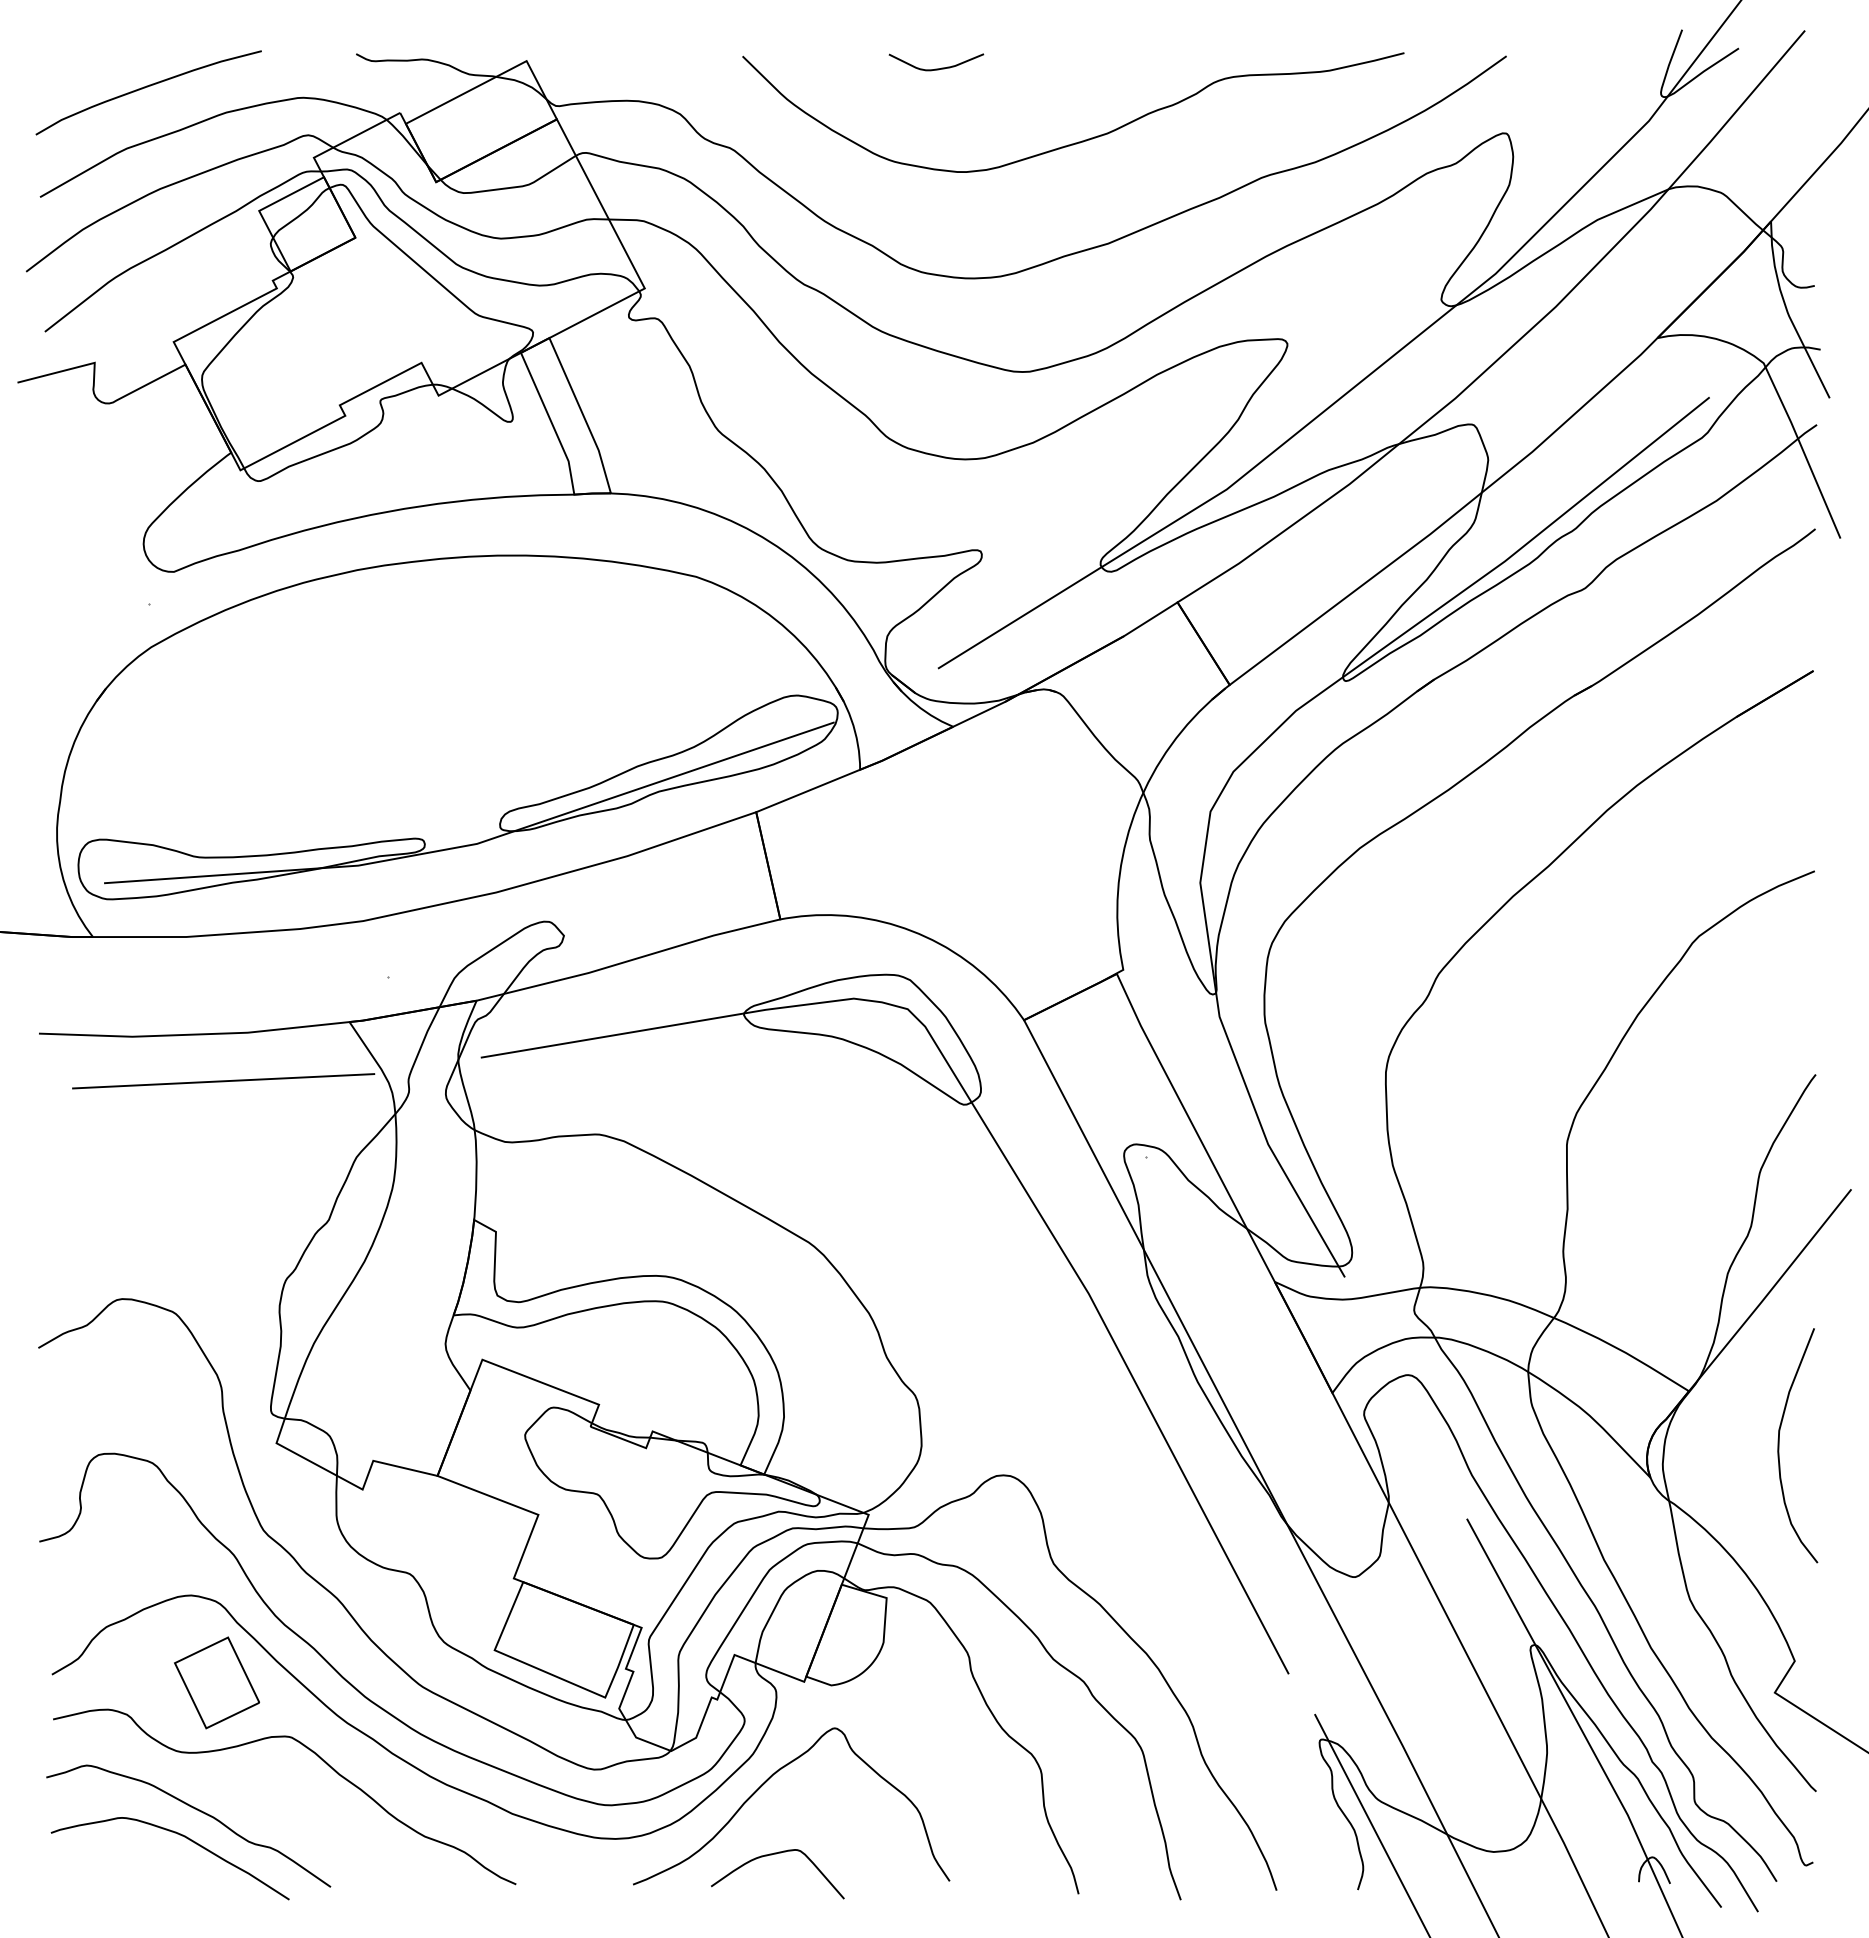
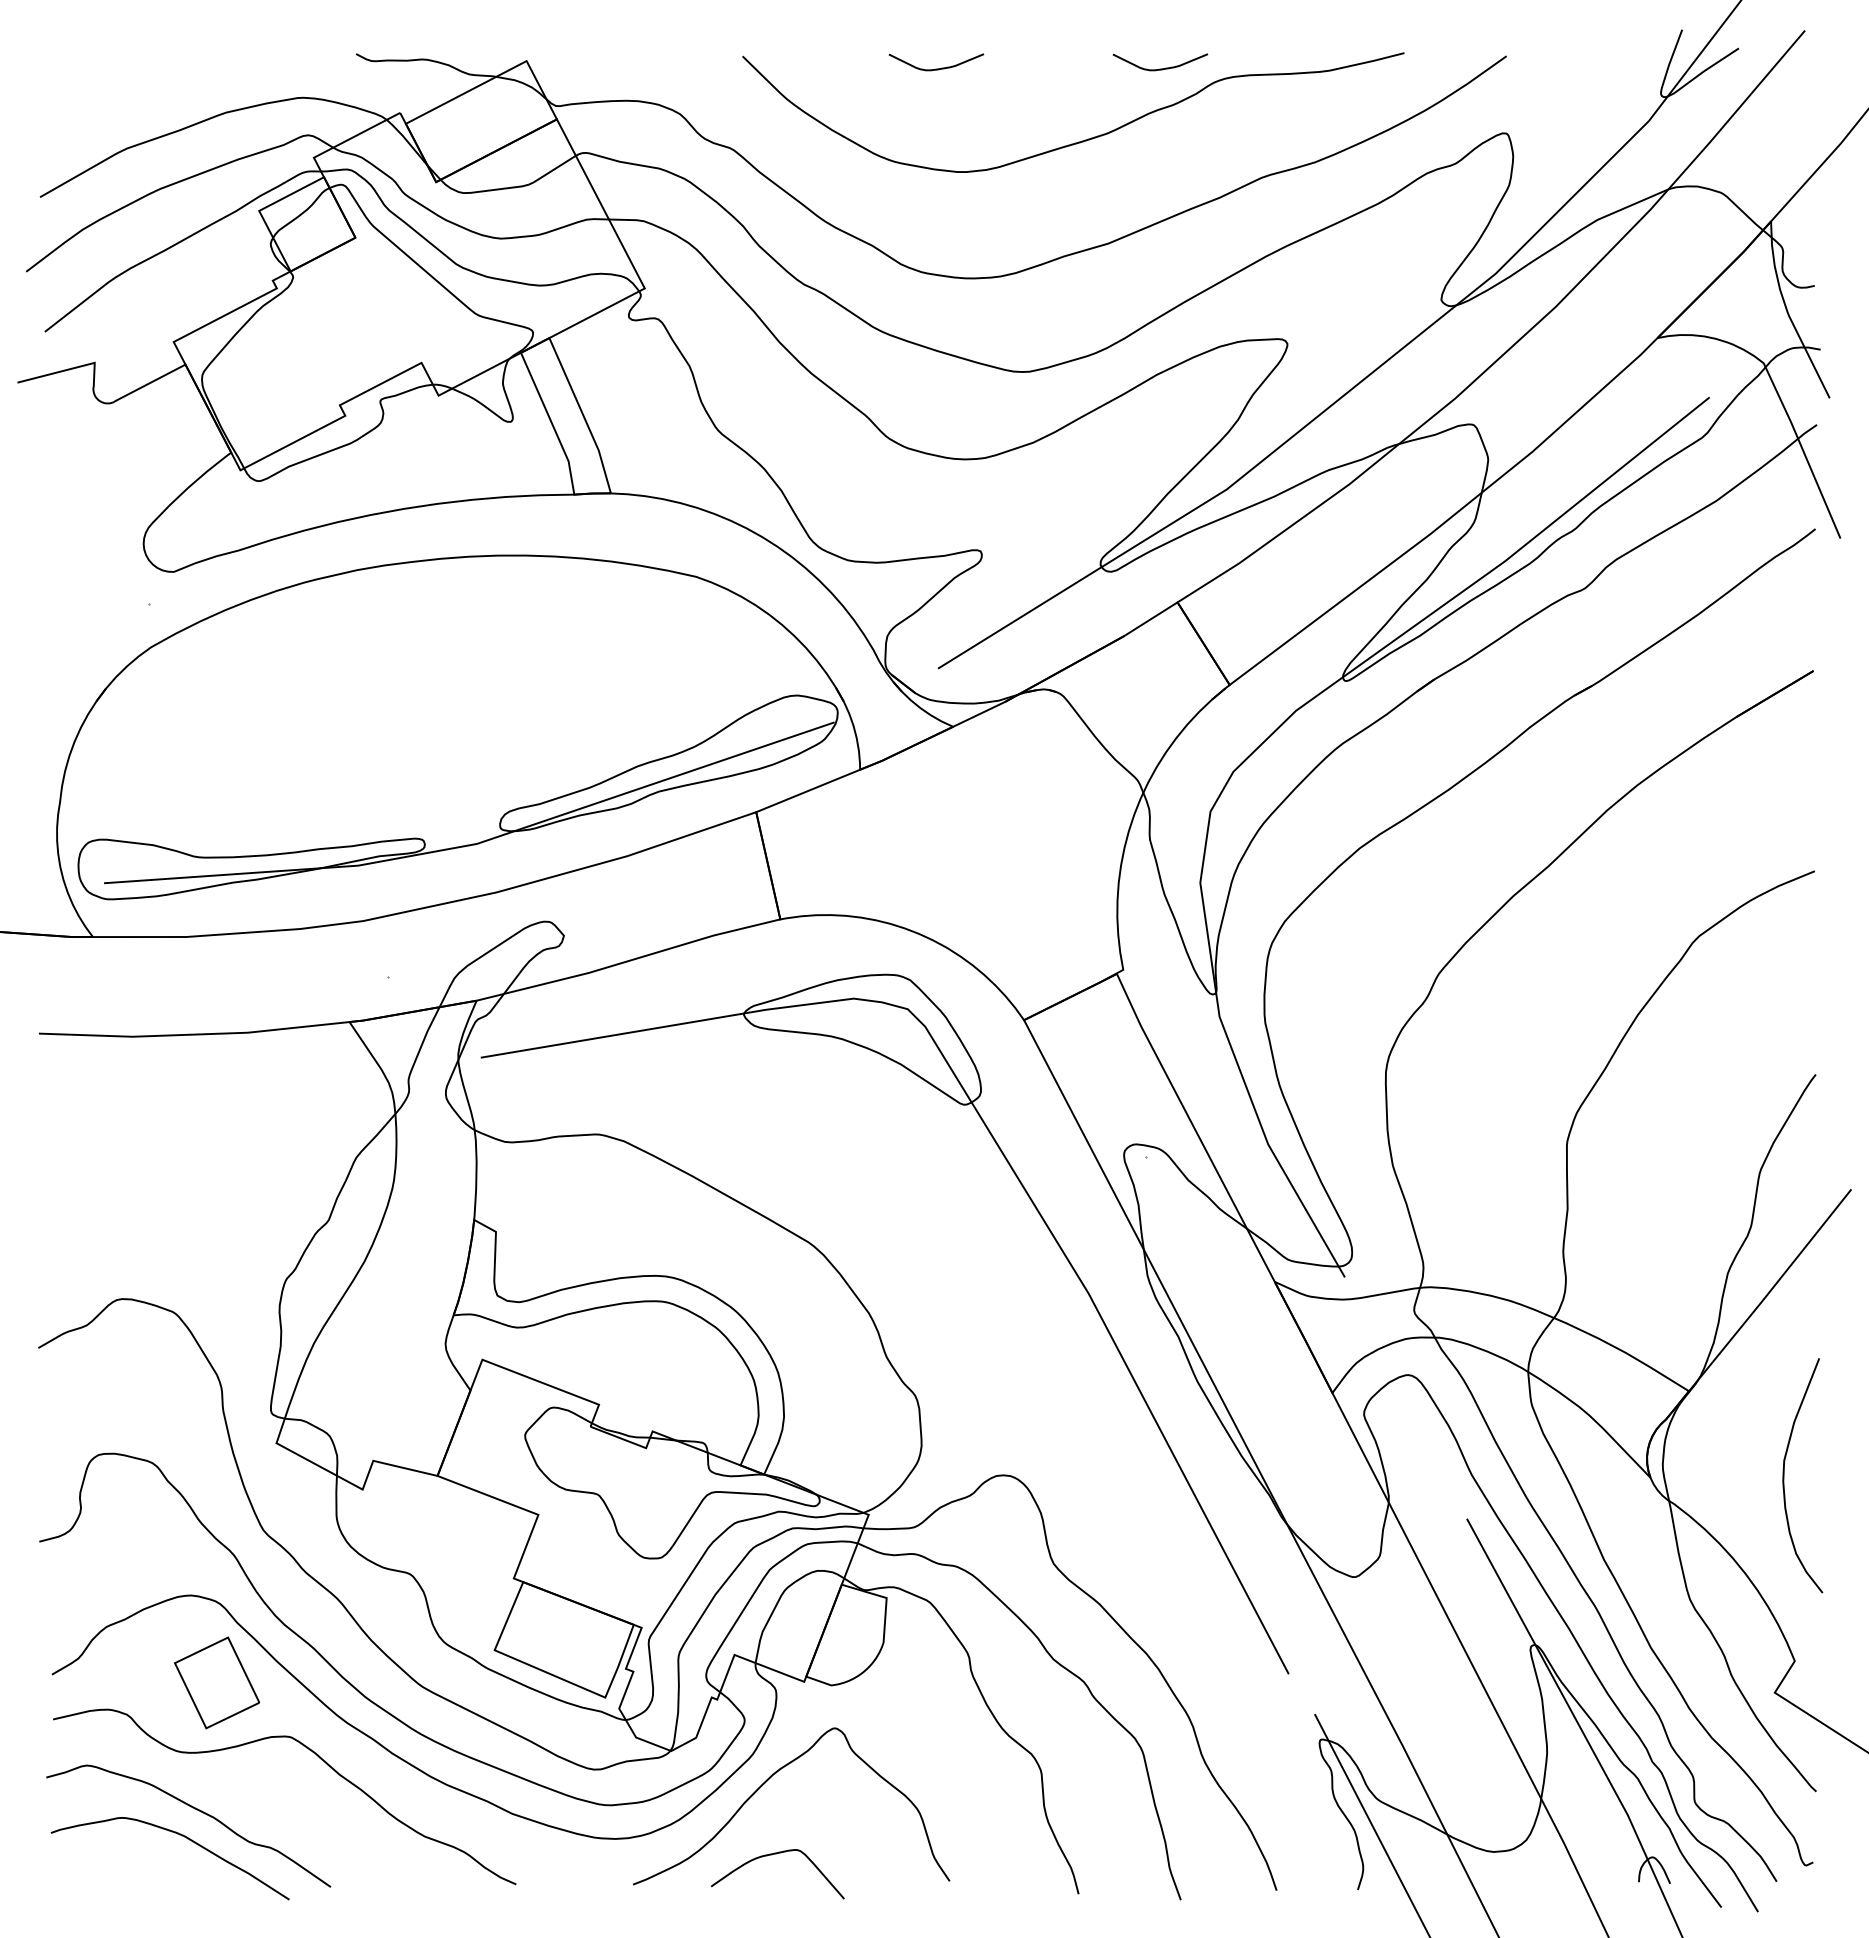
curve at (1160, 68): none -> present
curve at (145, 88): present -> none
line at (223, 1081): present -> none
curve at (1779, 1445) position: (1779, 1445) -> (1784, 1475)
